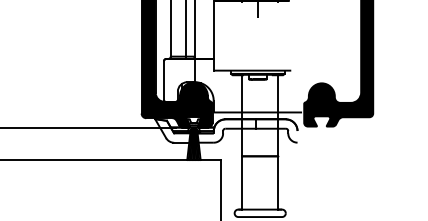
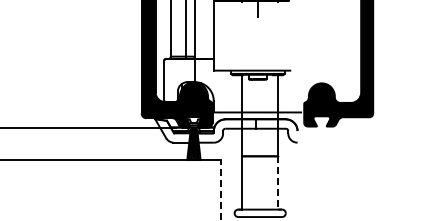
line at (278, 182): solid -> dashed
line at (221, 190): solid -> dashed
